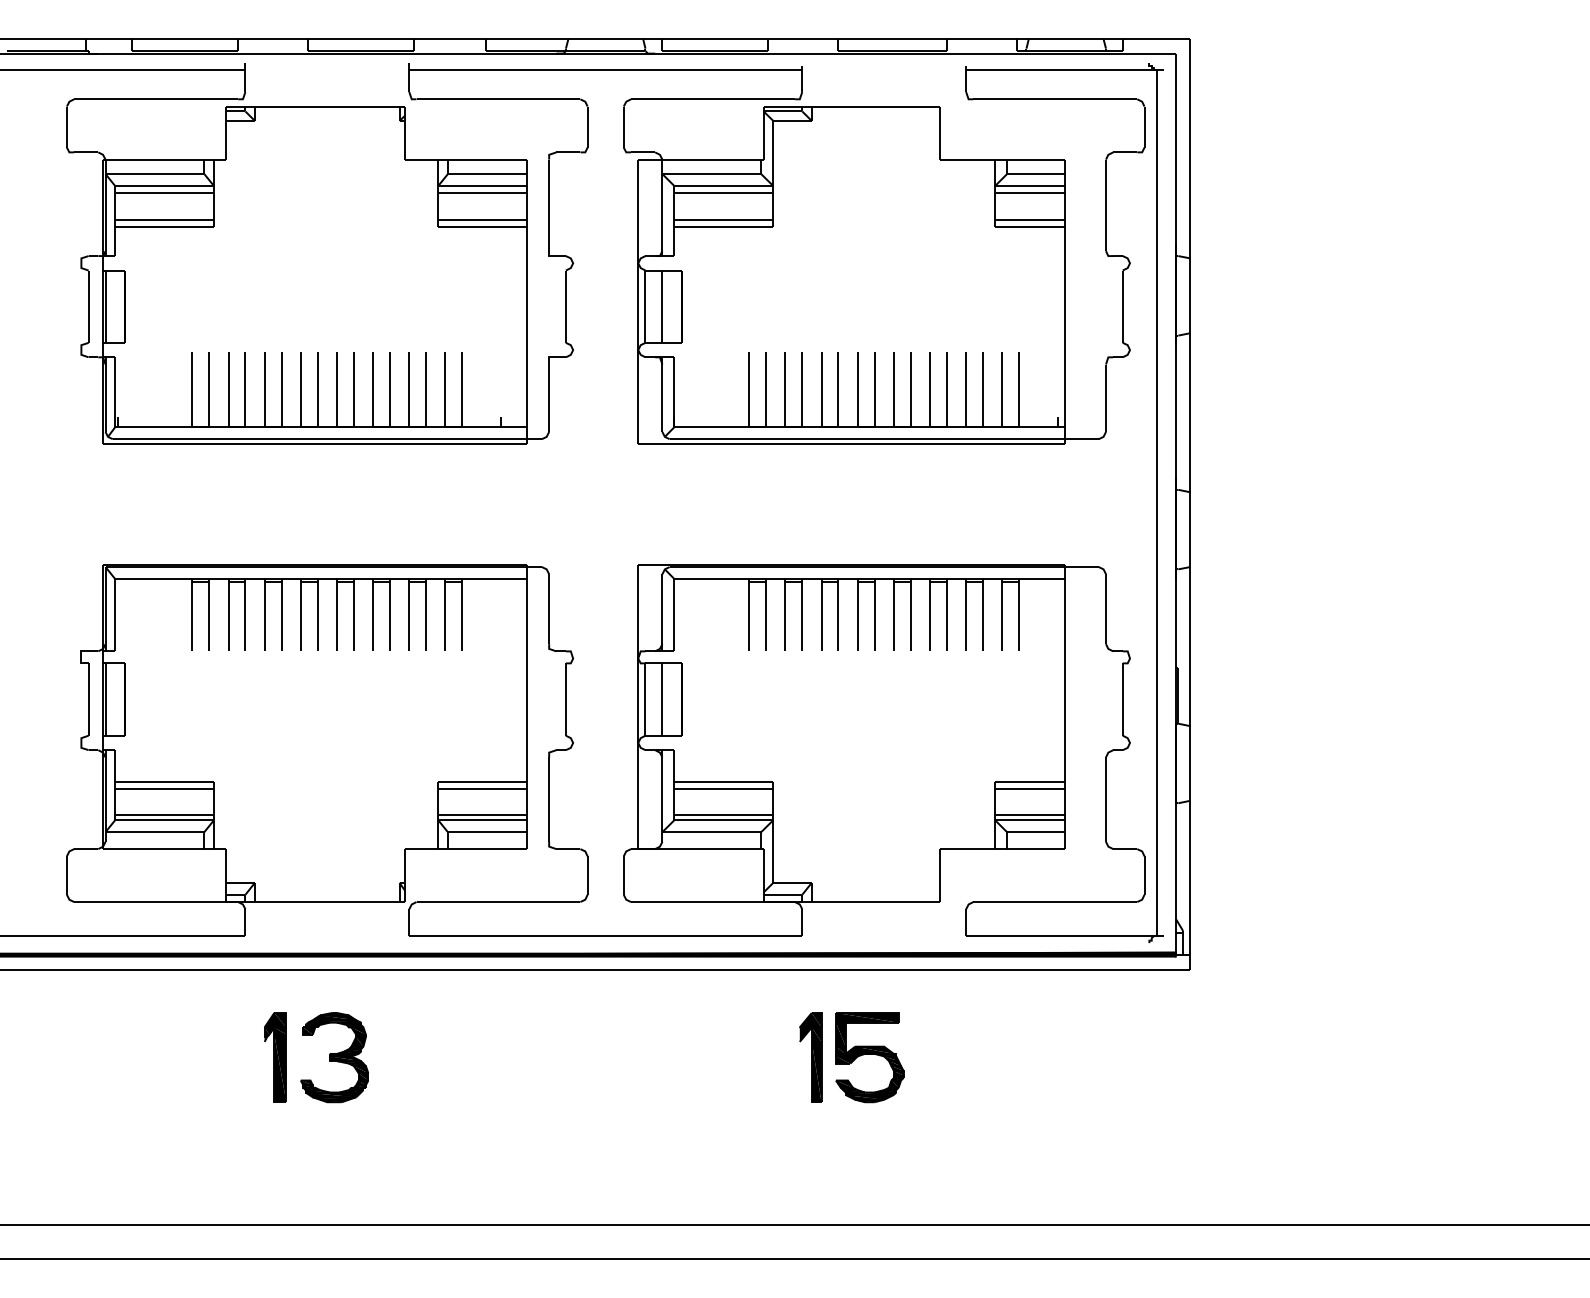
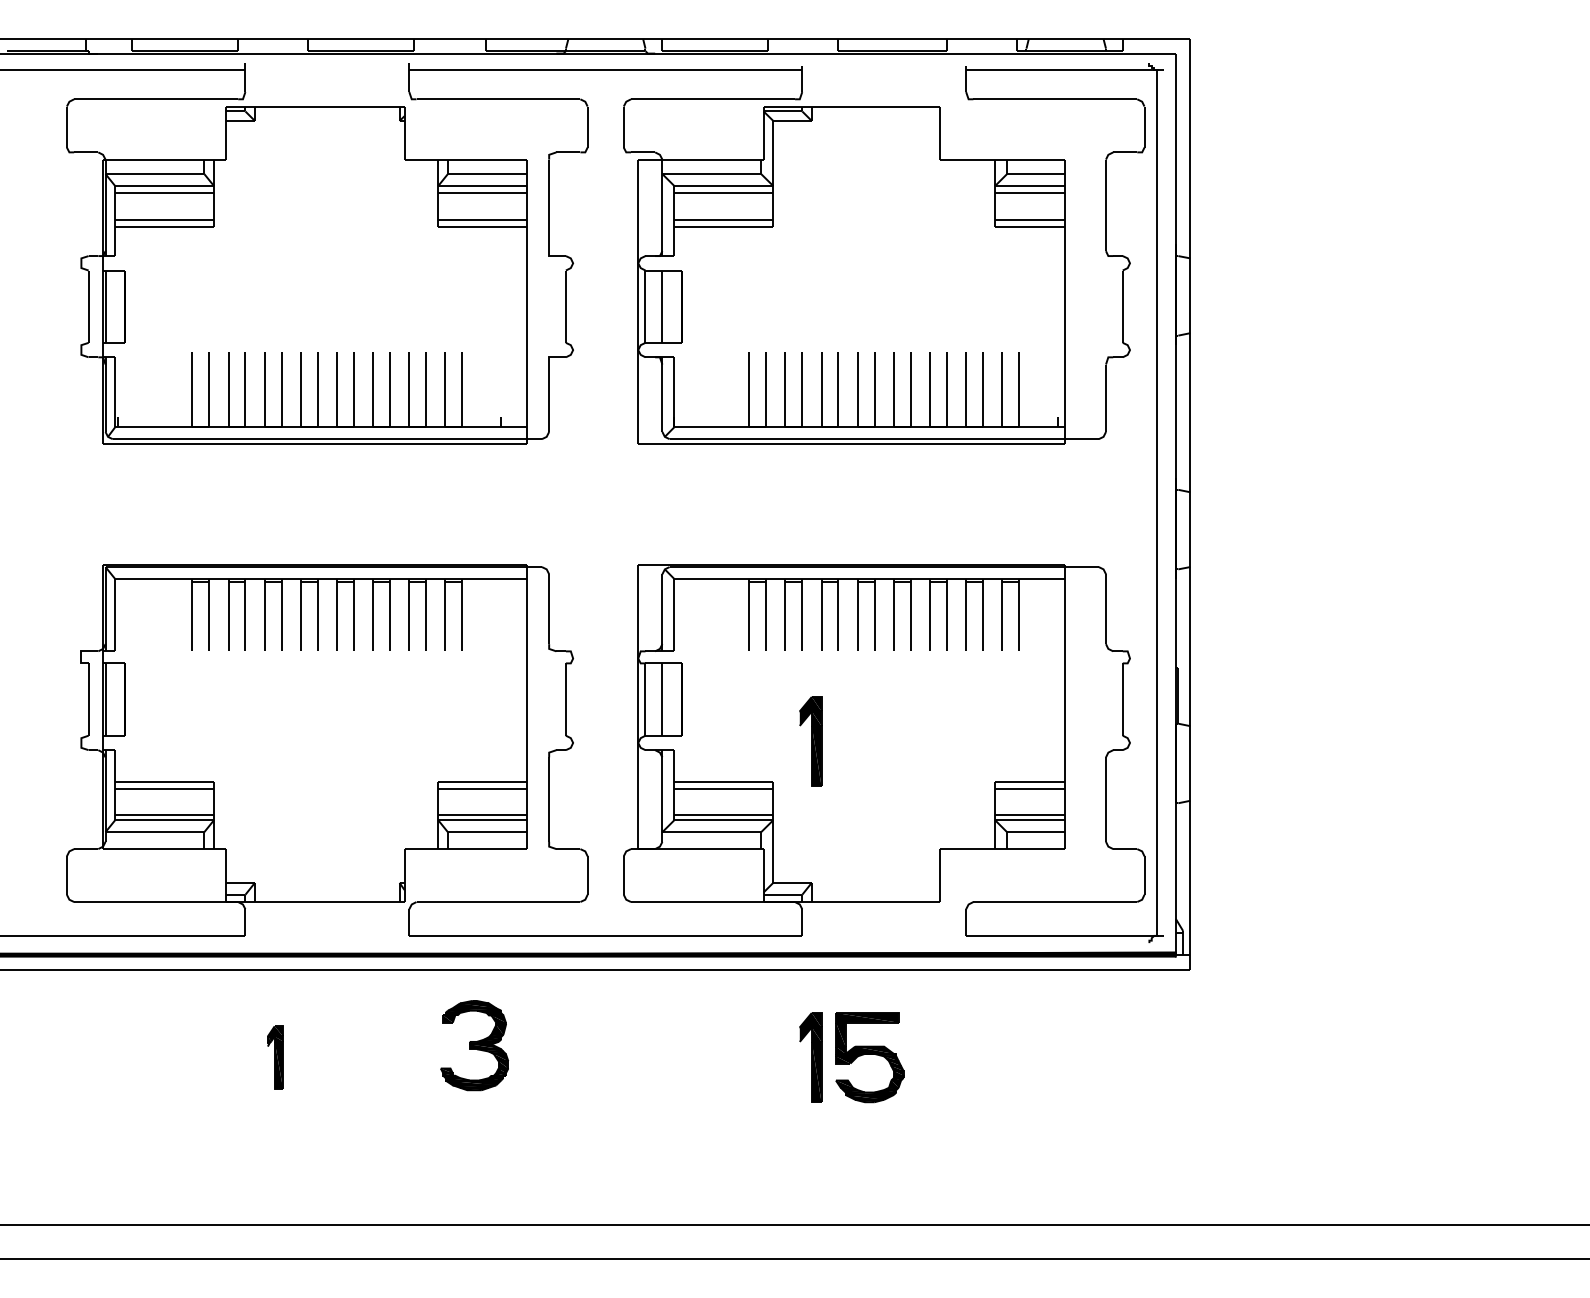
part at (810, 741): none -> present
part at (275, 1057) size: 23x91 px -> 17x65 px
part at (334, 1057) position: (334, 1057) -> (474, 1045)
